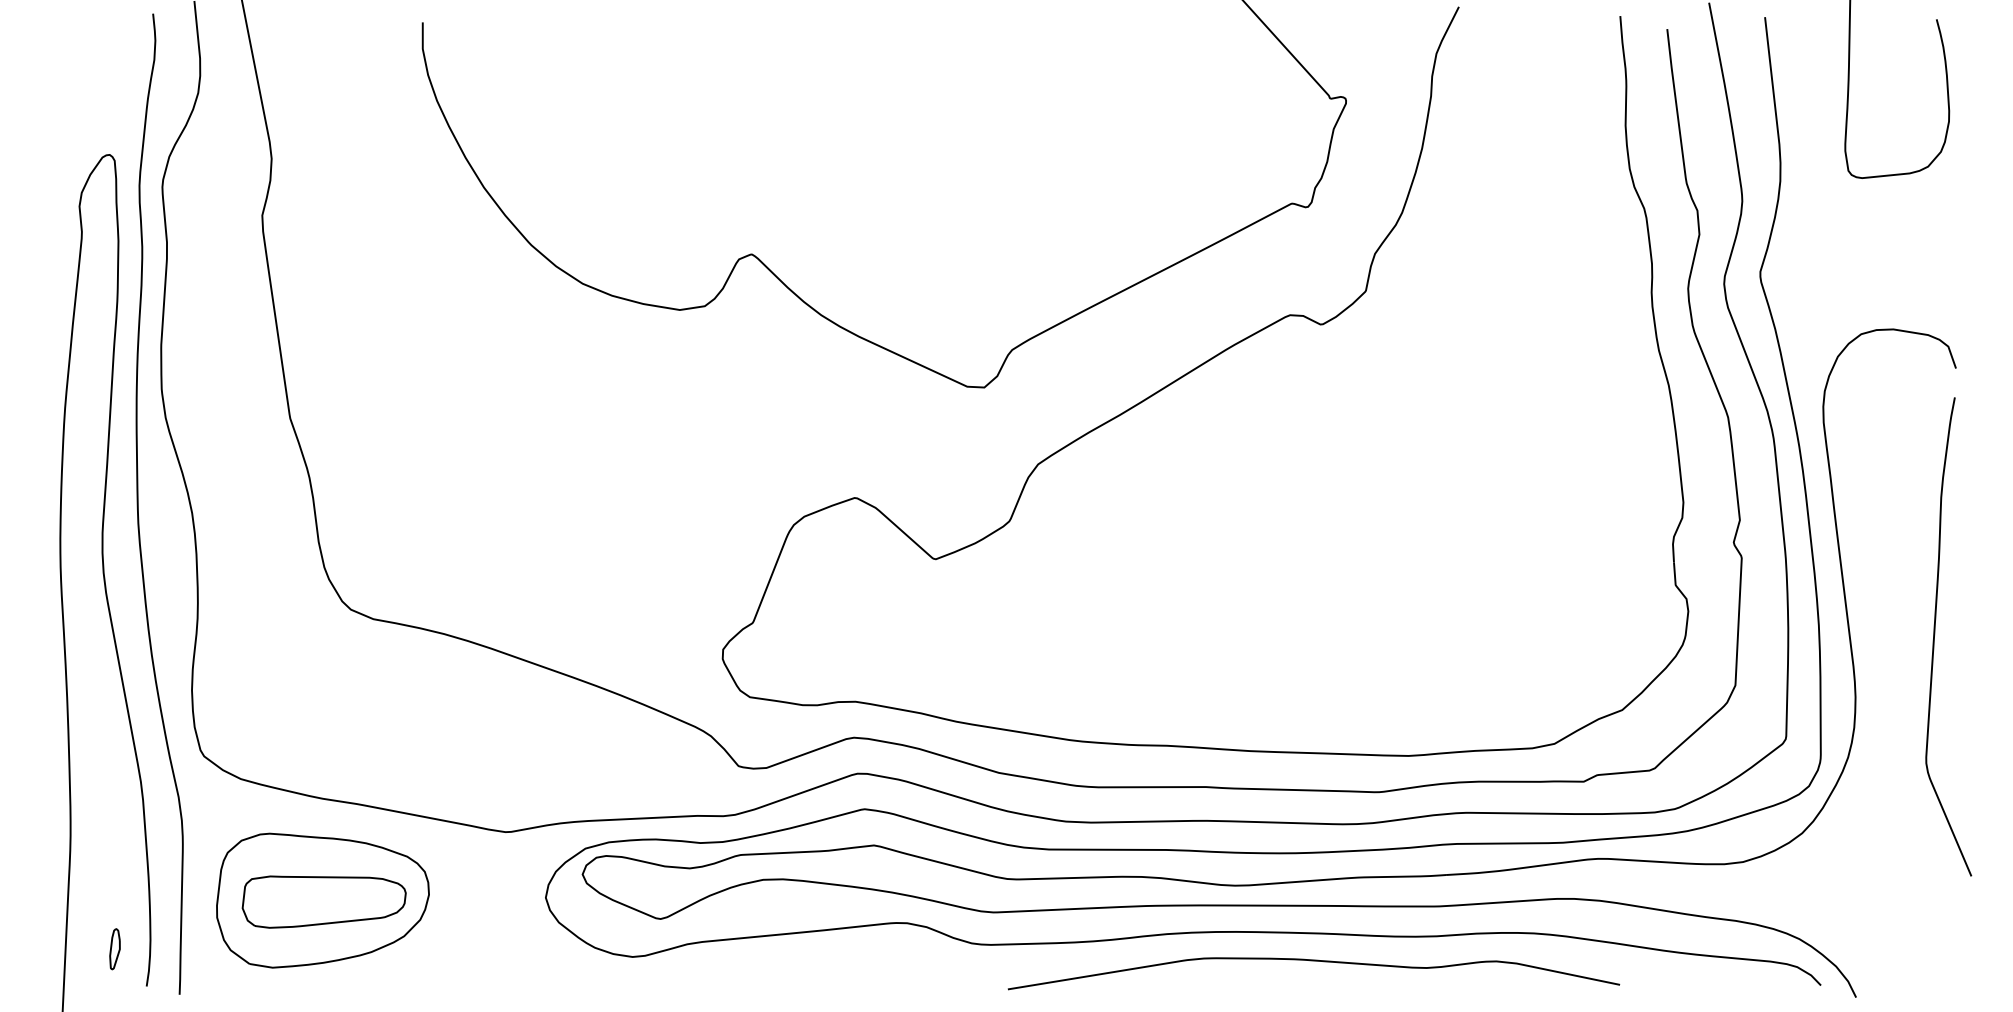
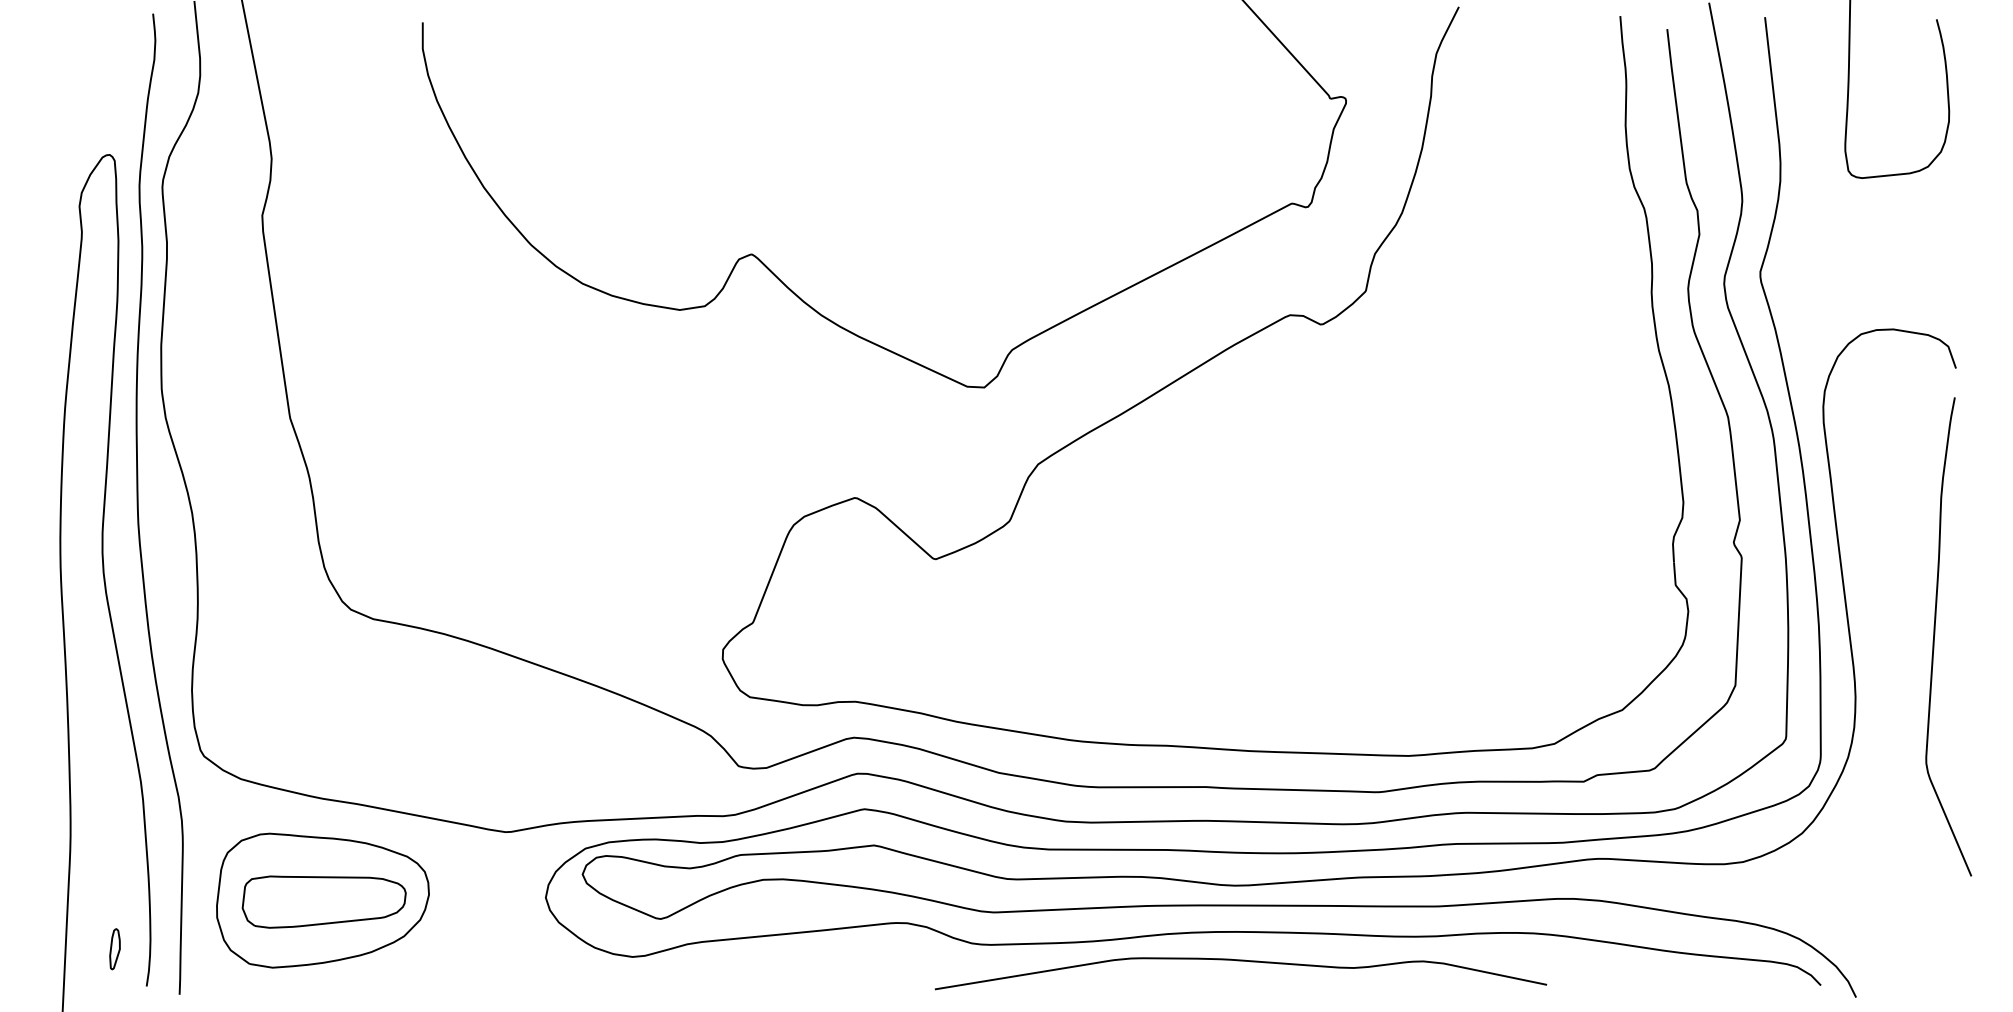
curve at (1313, 961) position: (1313, 961) -> (1240, 961)
